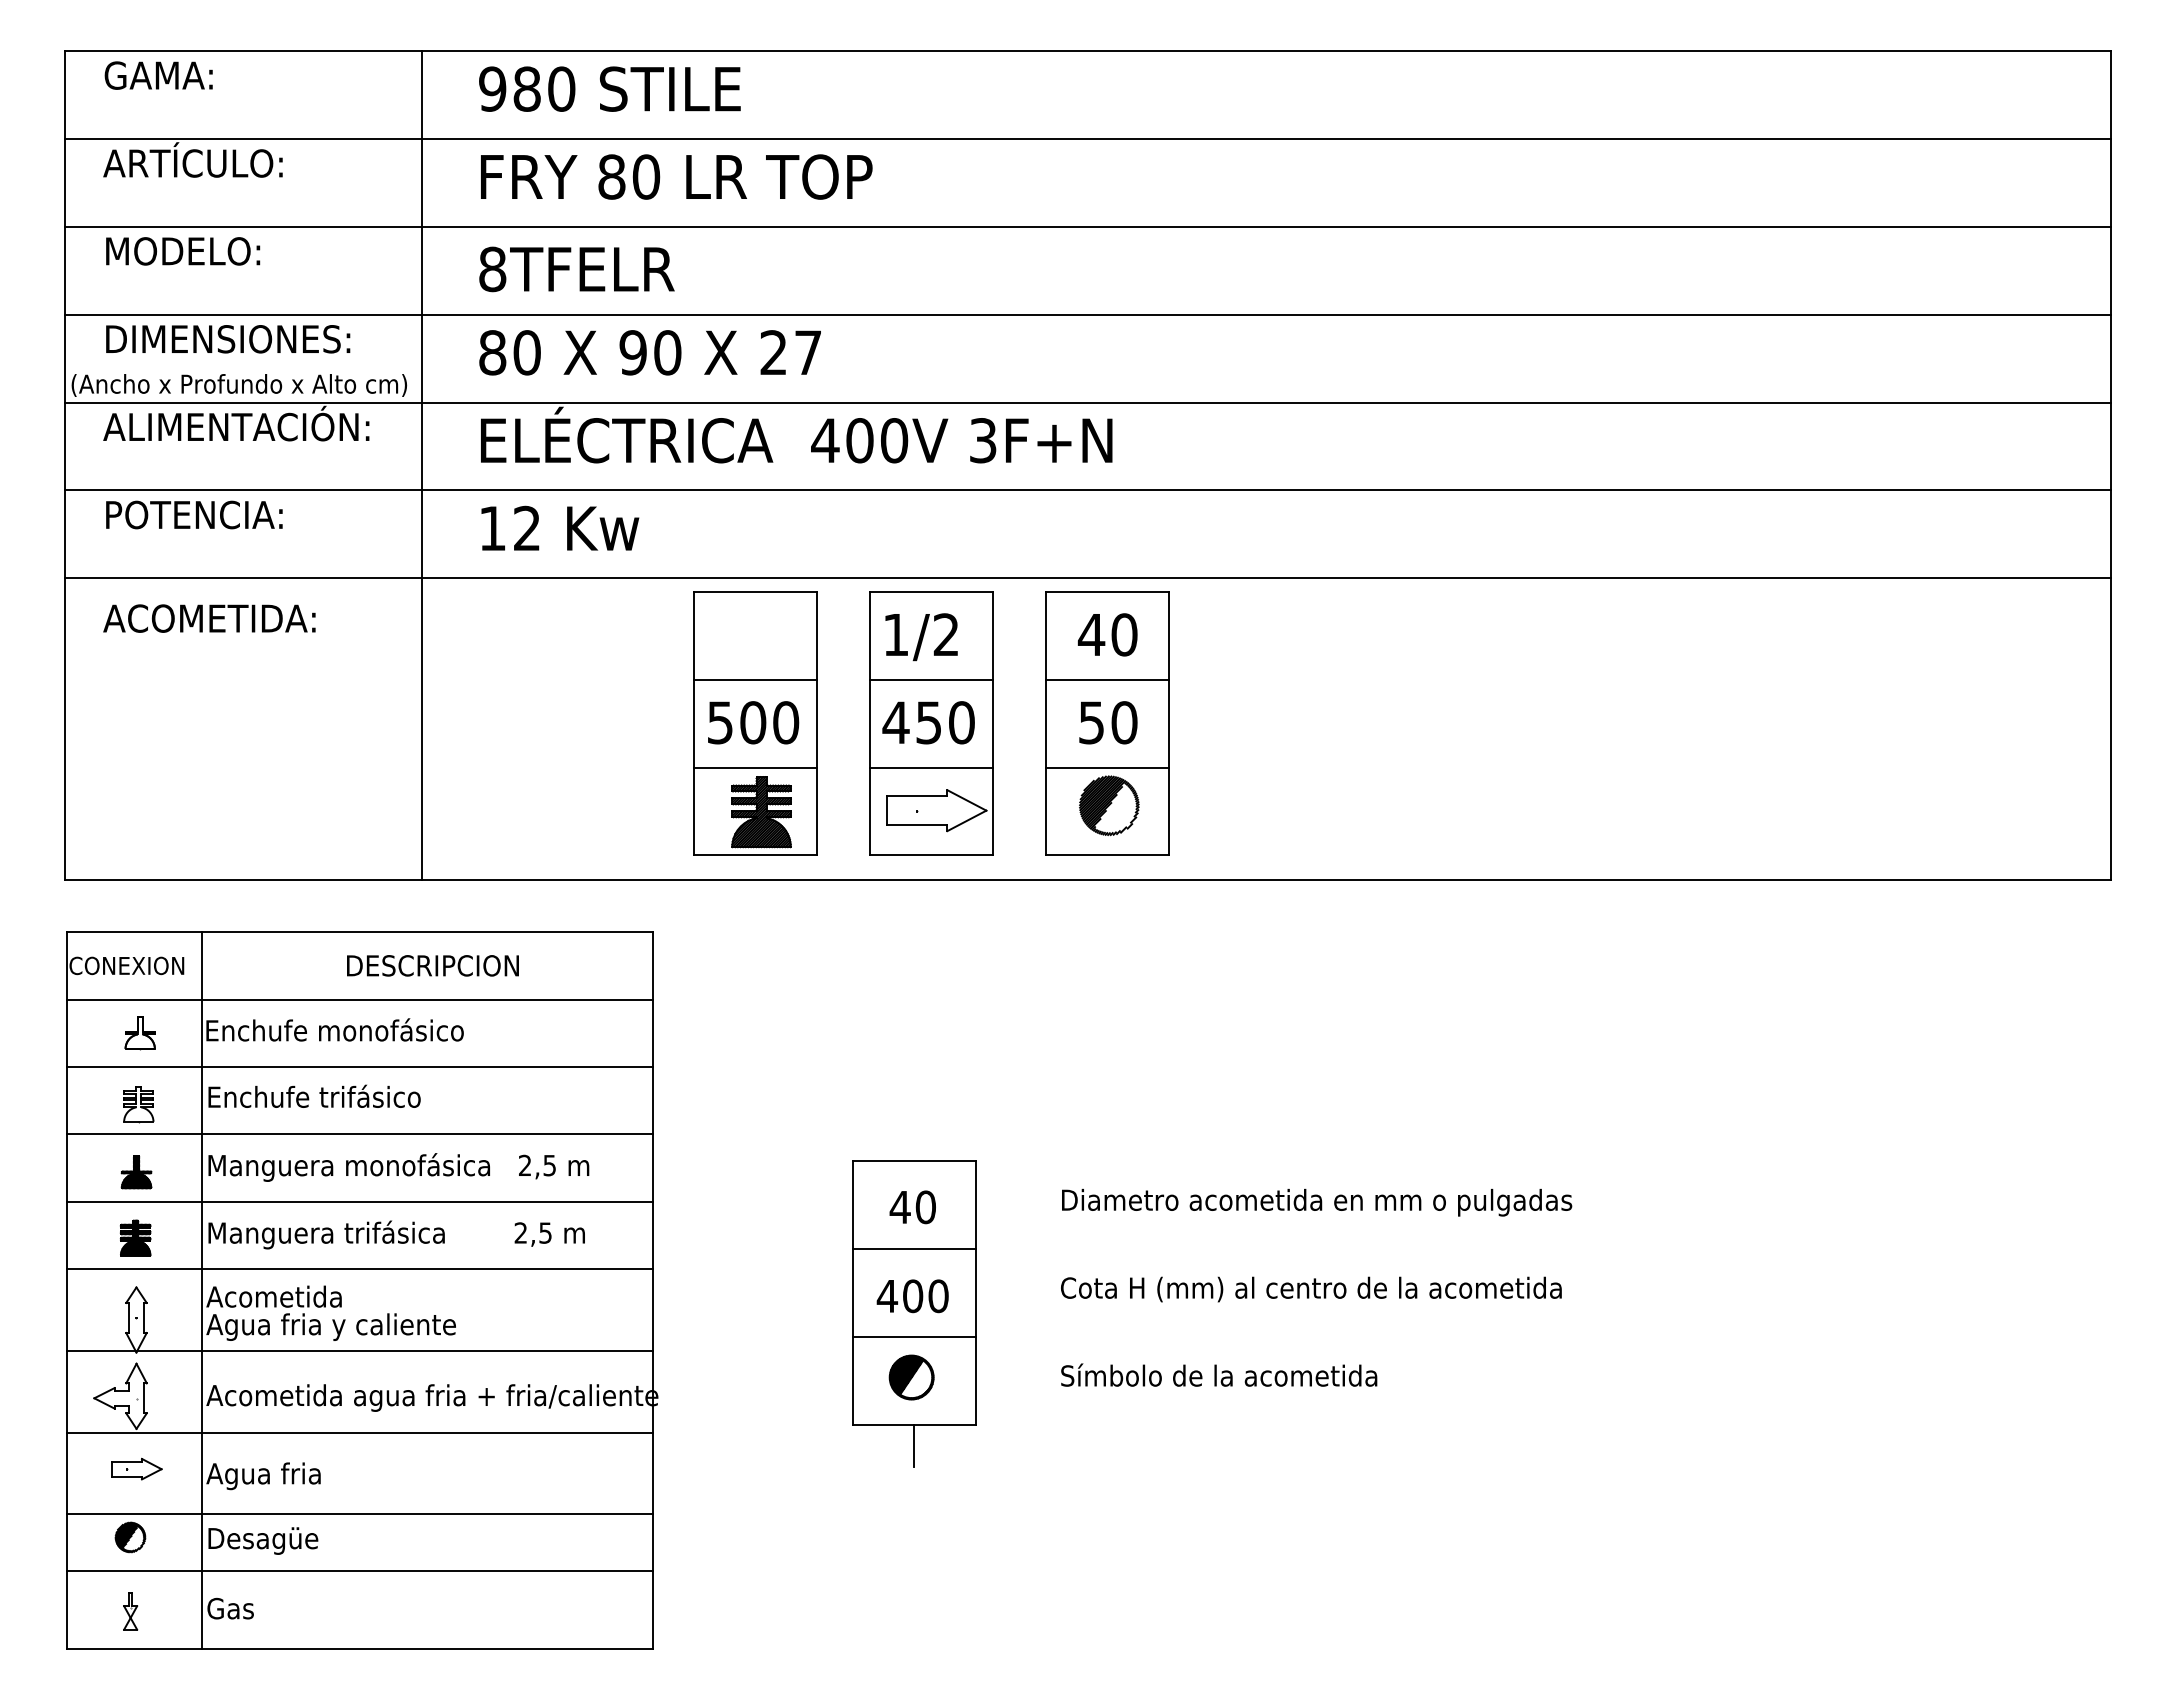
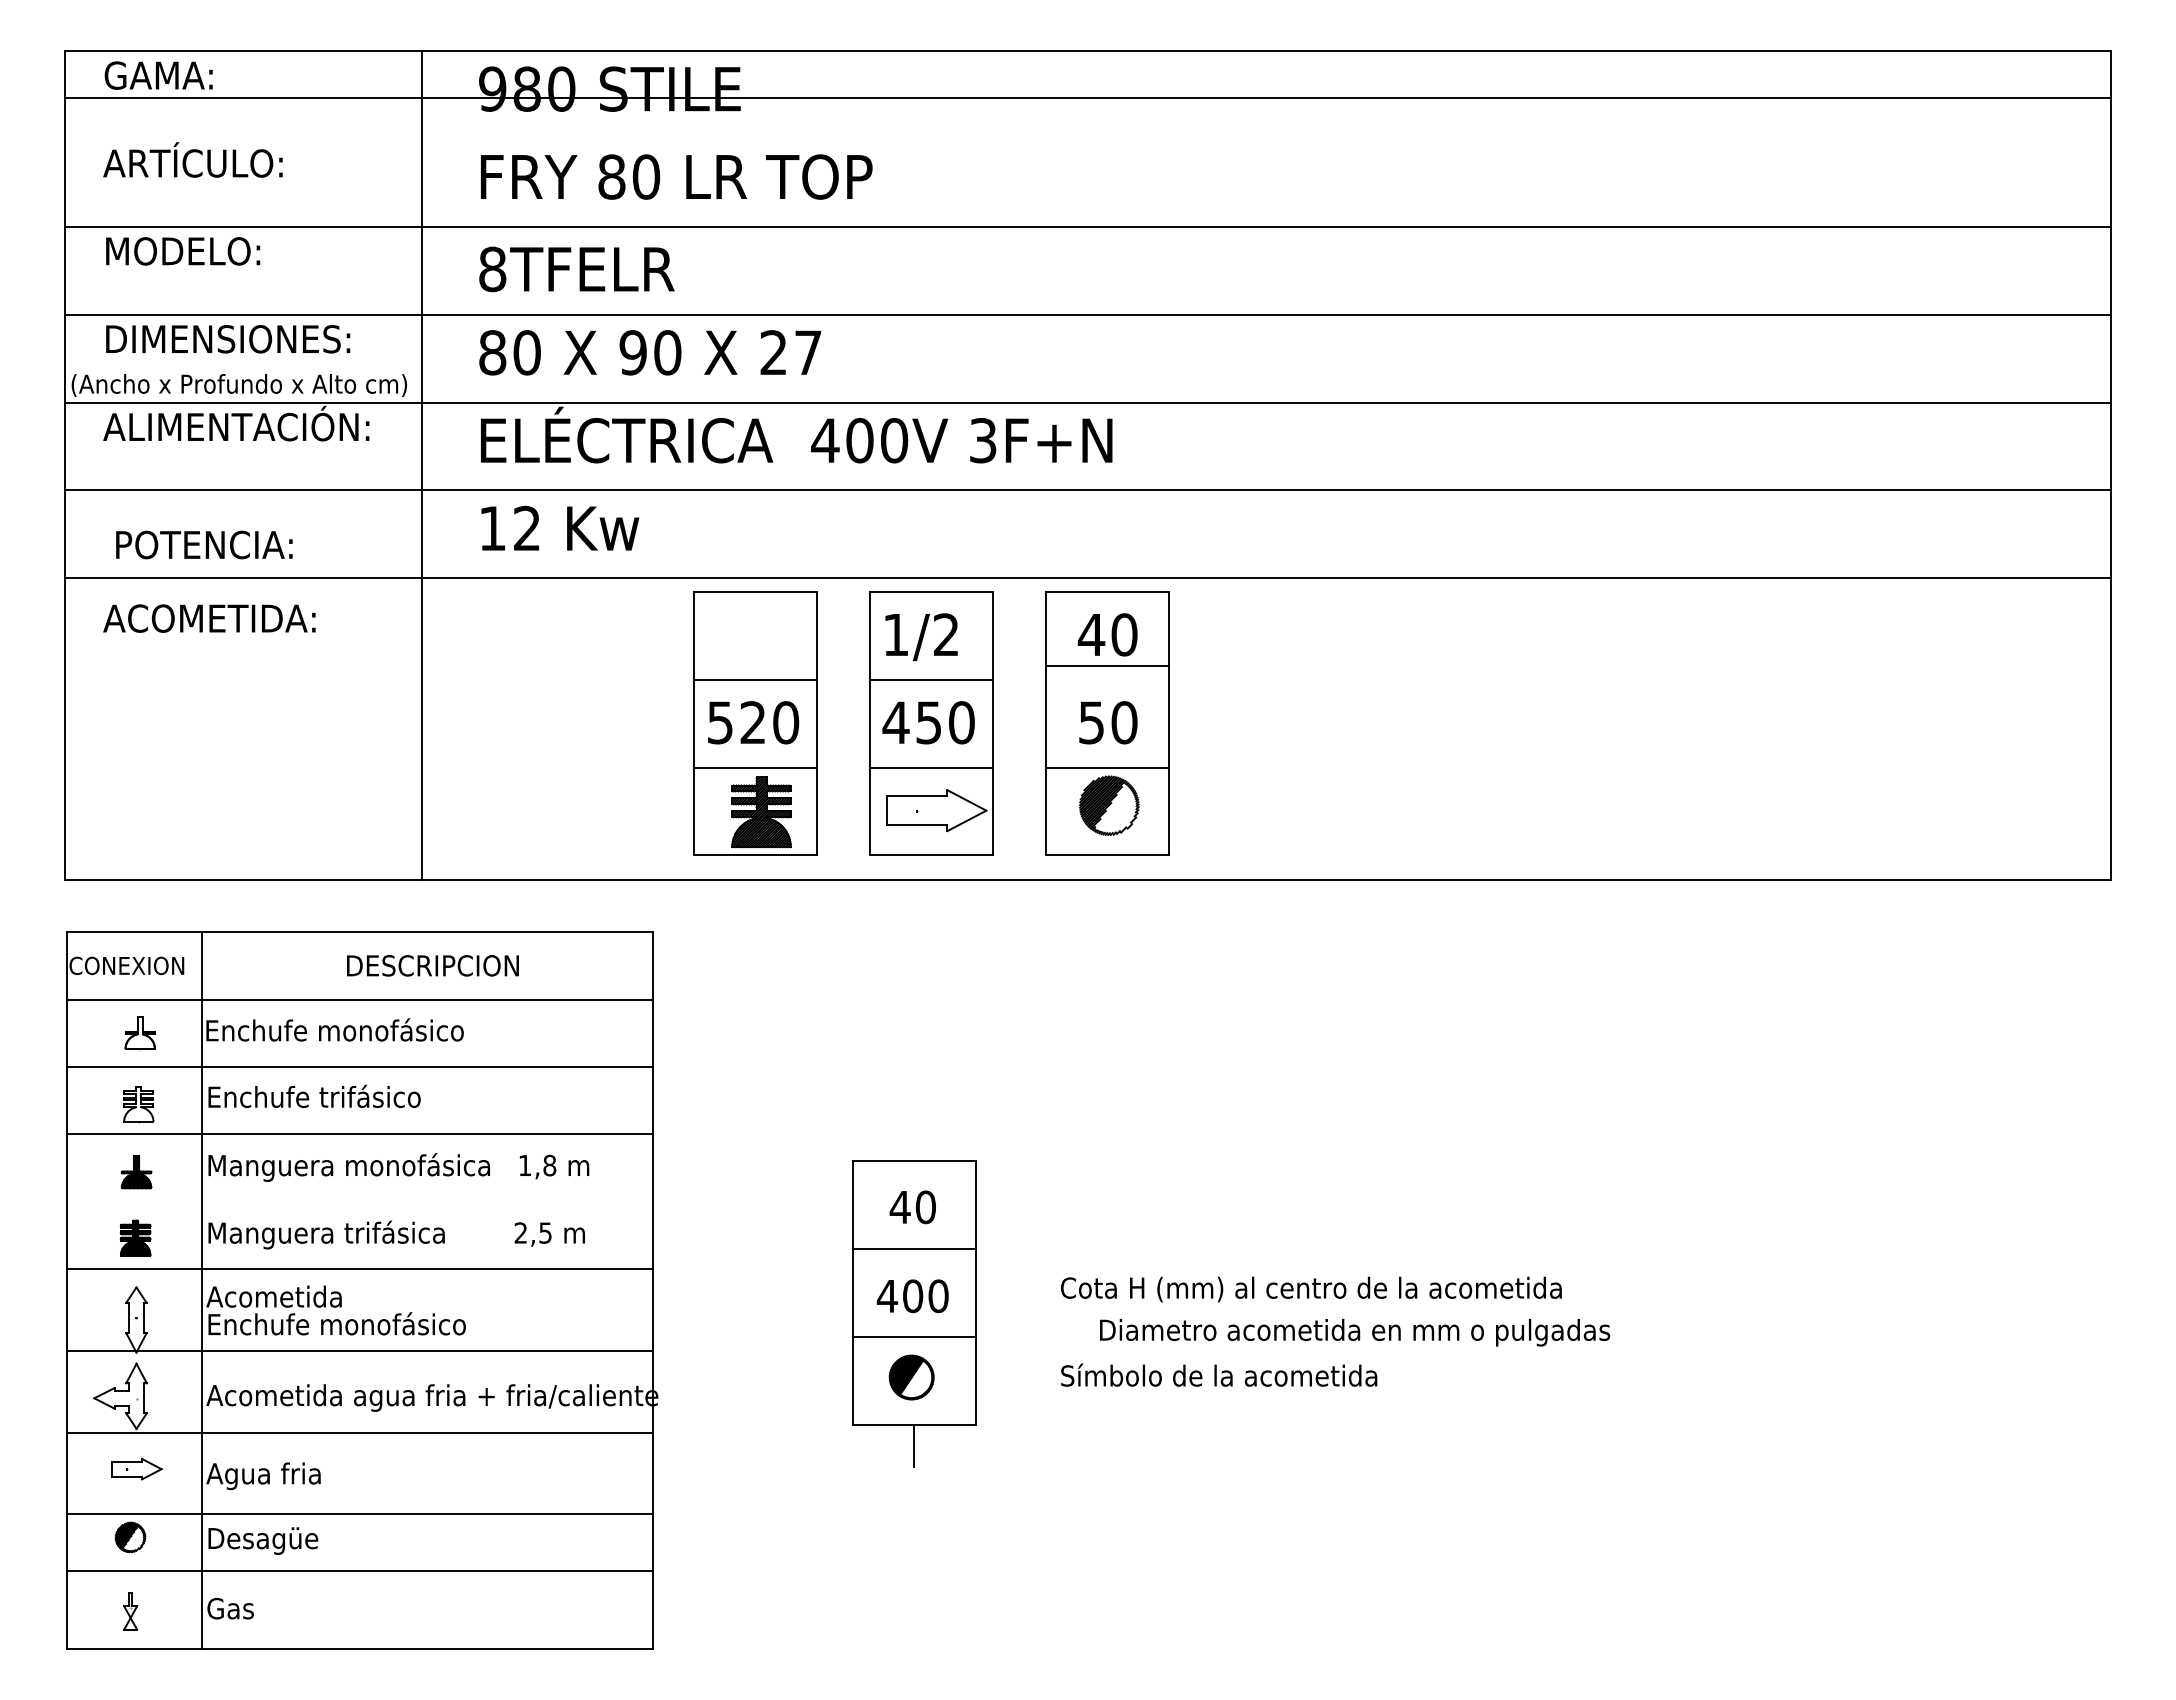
line at (1087, 138) position: (1087, 138) -> (1087, 97)
text at (194, 514) position: (194, 514) -> (204, 544)
line at (1106, 679) position: (1106, 679) -> (1106, 665)
text at (753, 722): 500 -> 520
text at (537, 1165): 2,5 -> 1,8
line at (359, 1201): present -> none
text at (1317, 1202) position: (1317, 1202) -> (1355, 1332)
text at (335, 1326): Agua fria y caliente -> Enchufe monofásico
